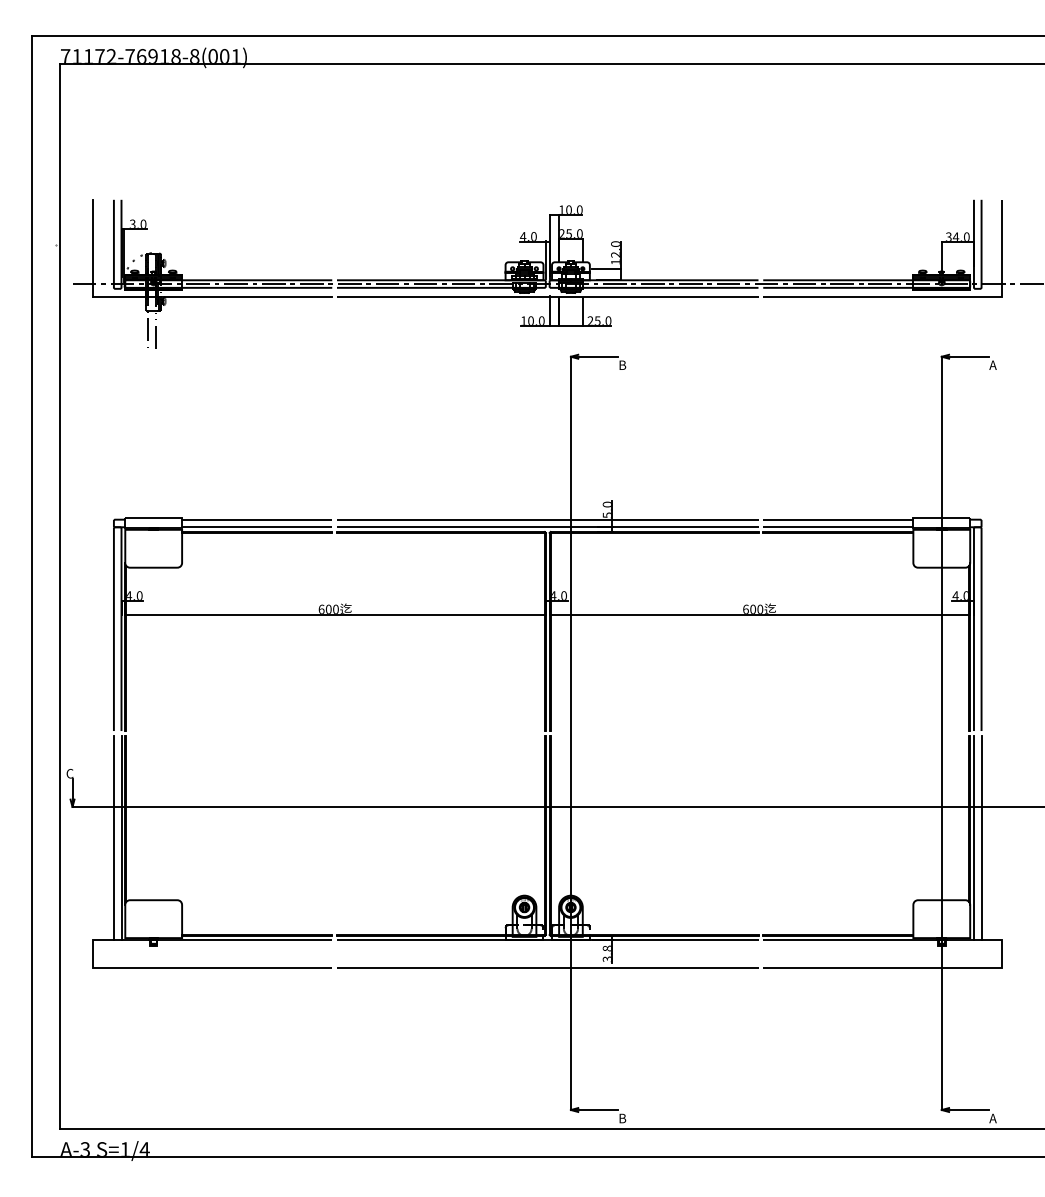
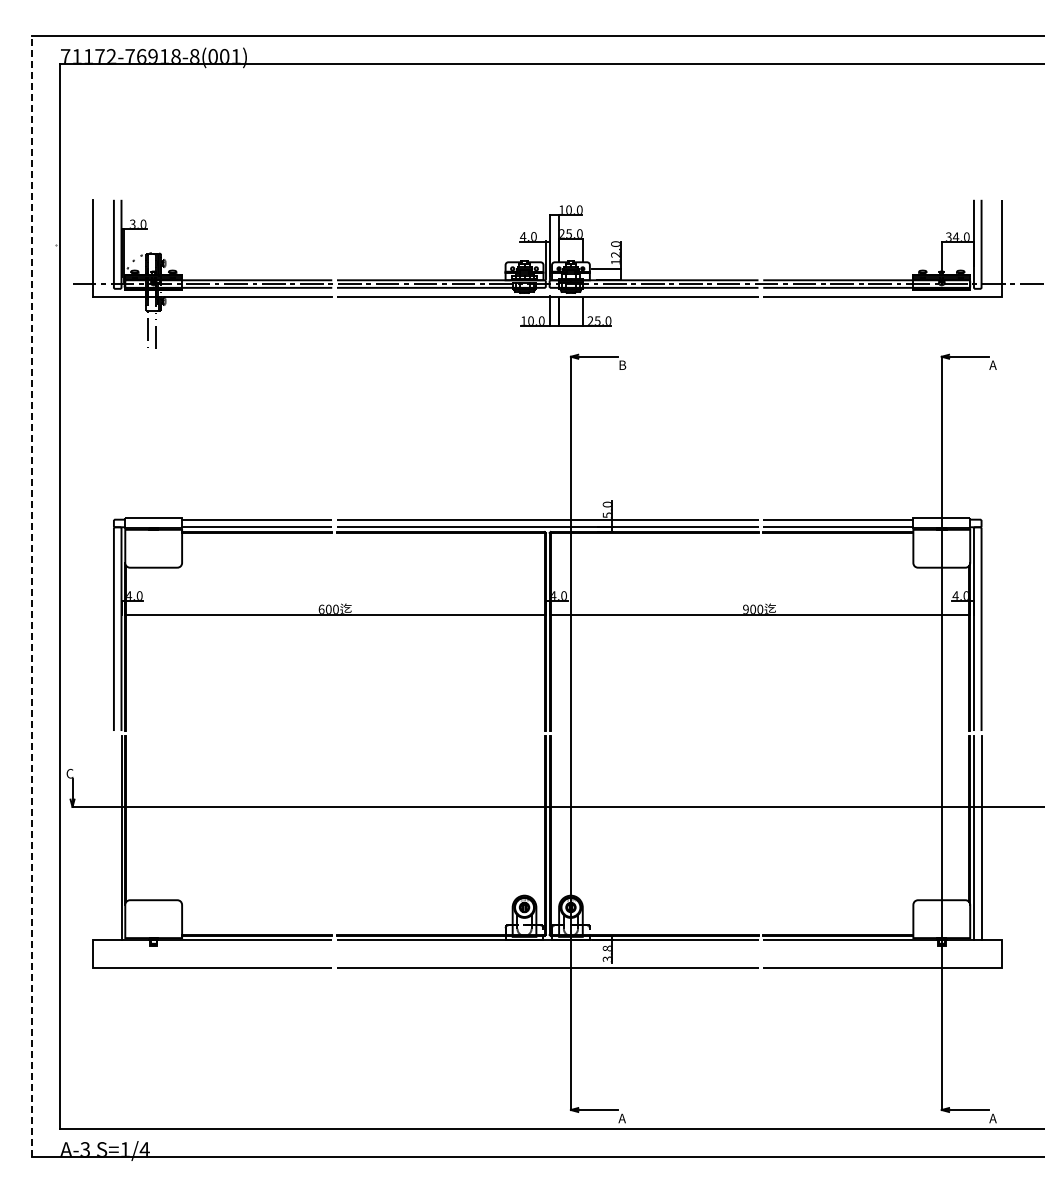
line at (31, 596): solid -> dashed
text at (745, 608): 600 -> 900
line at (113, 837): present -> none
text at (622, 1118): B -> A
